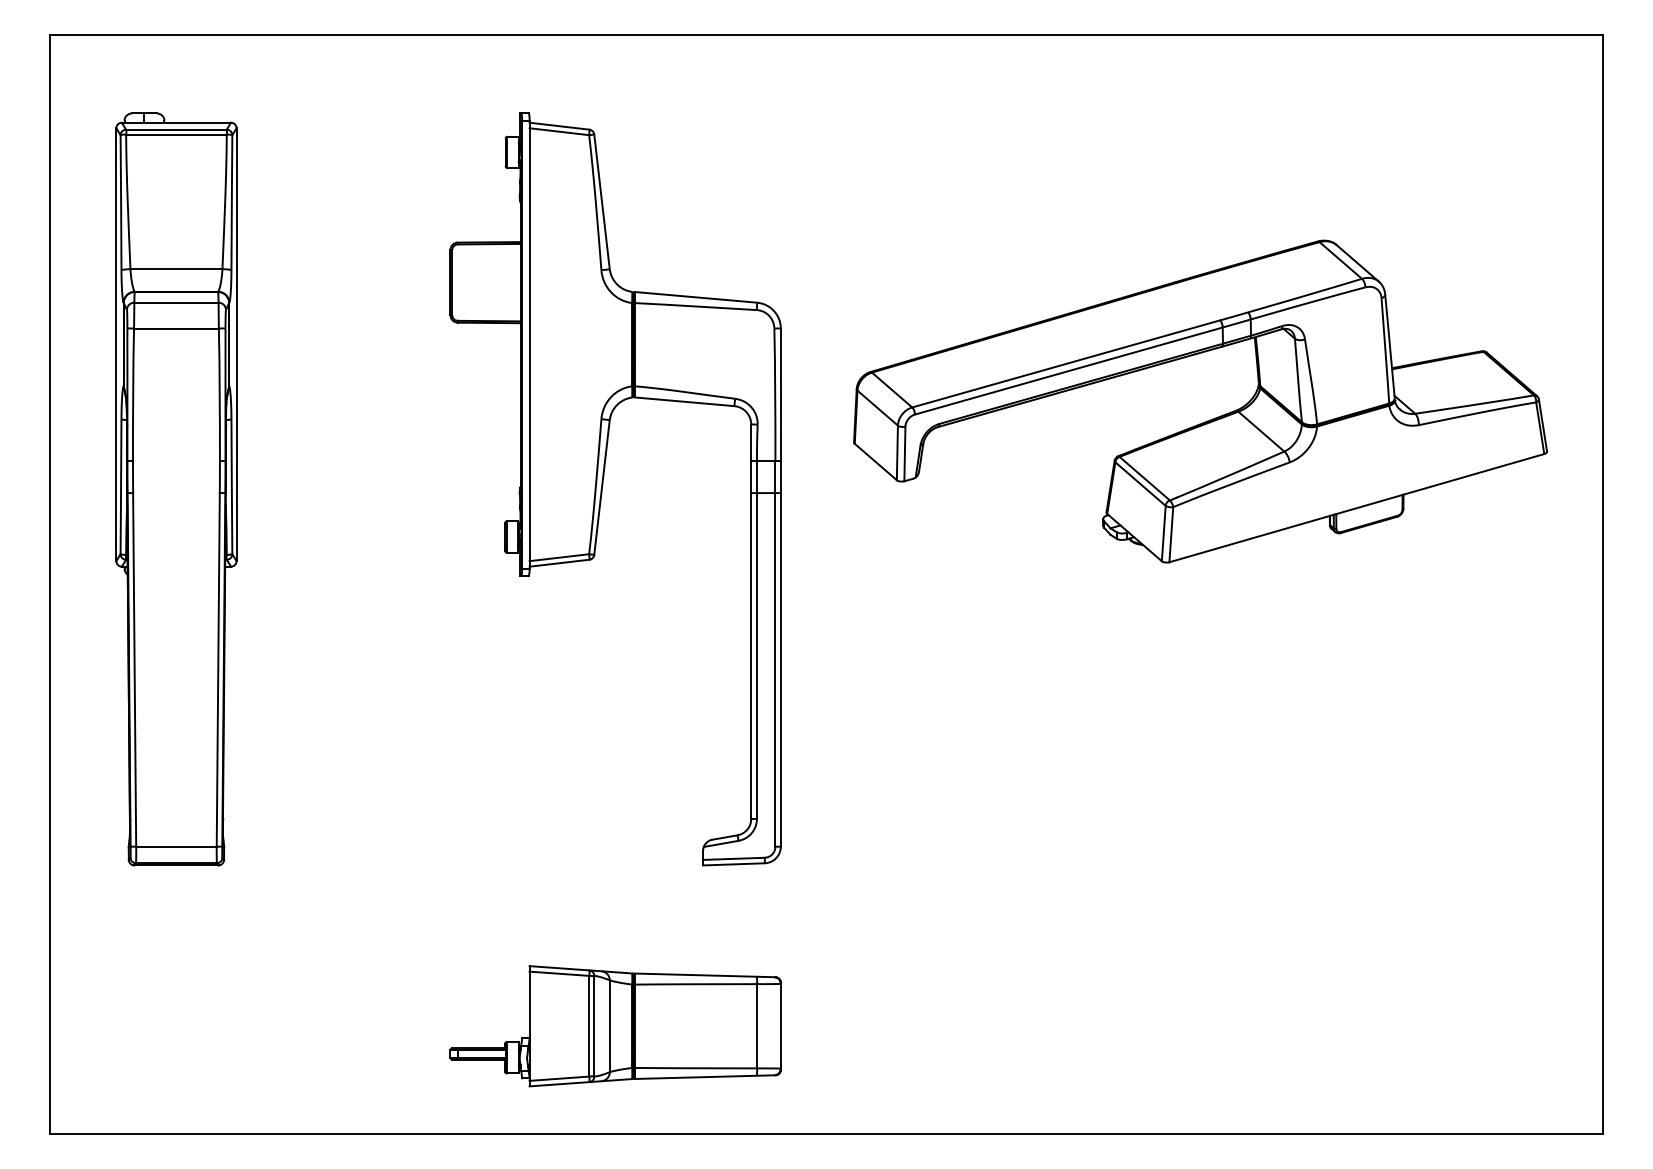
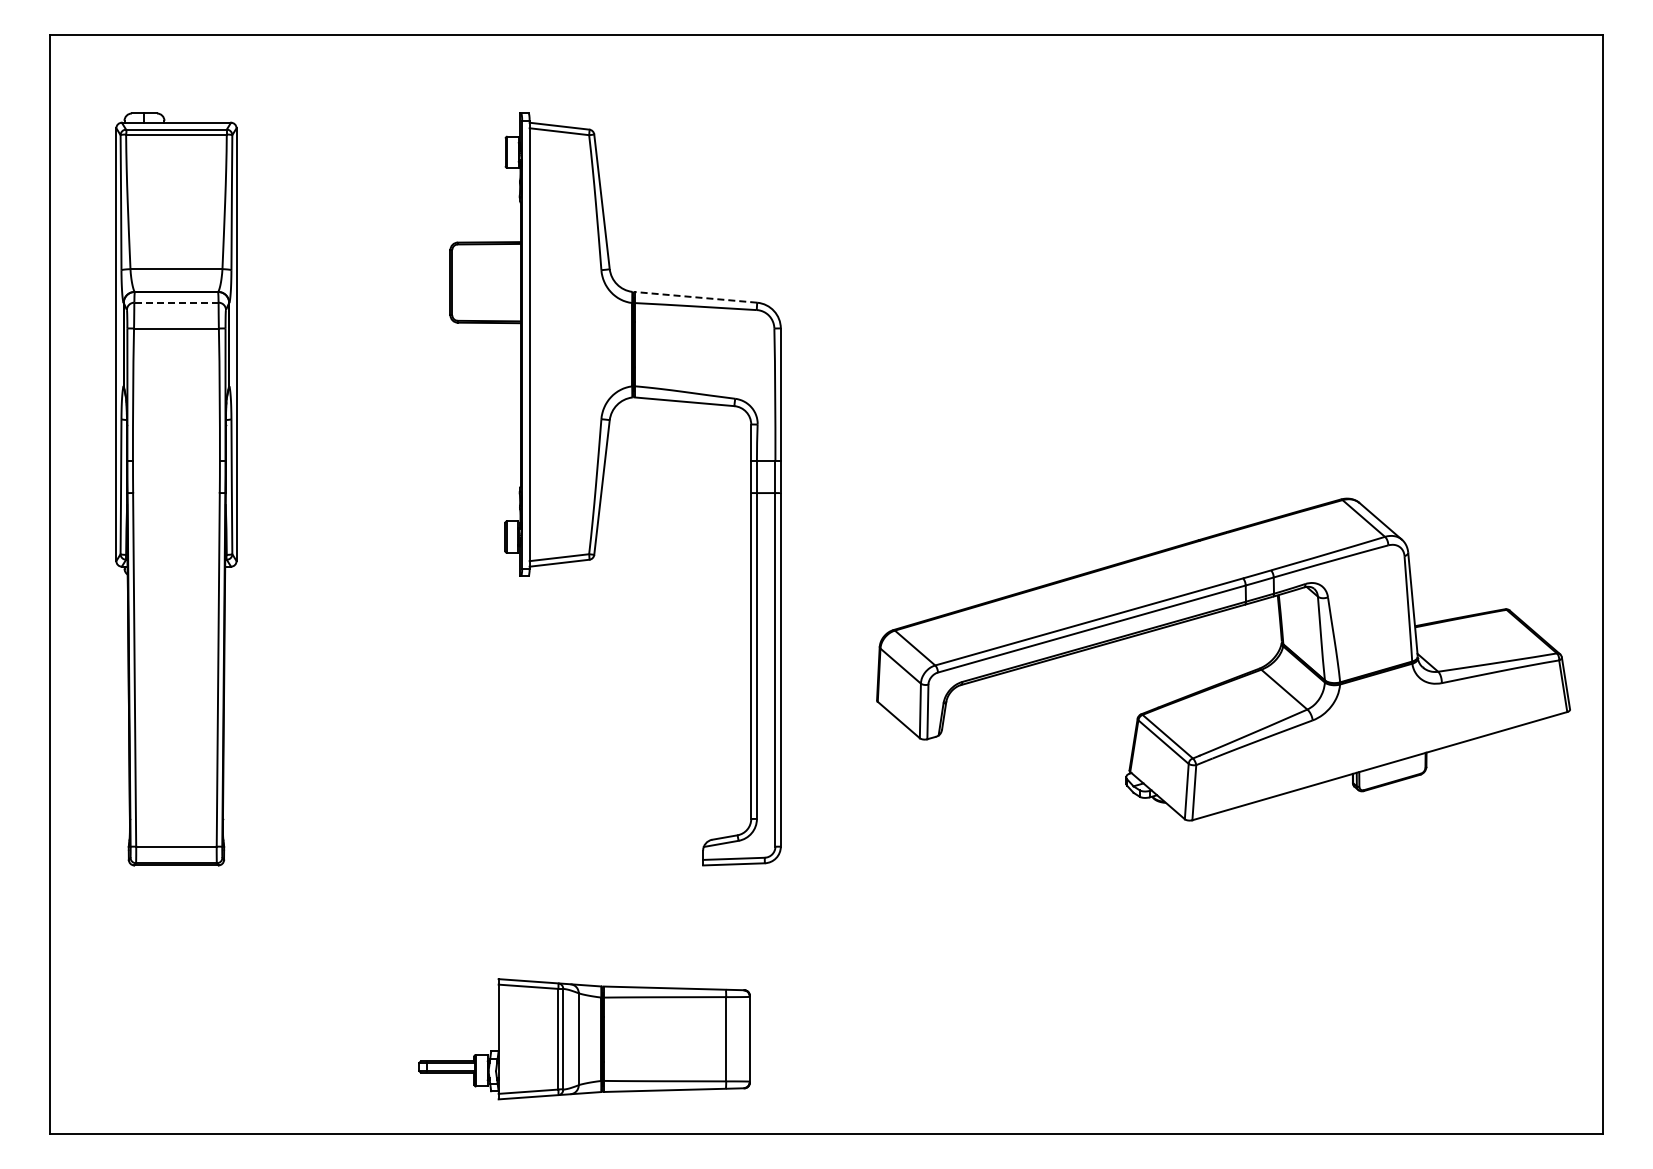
line at (695, 297): solid -> dashed
line at (175, 302): solid -> dashed
part at (1207, 420) position: (1207, 420) -> (1230, 678)
part at (615, 1026) position: (615, 1026) -> (584, 1039)
